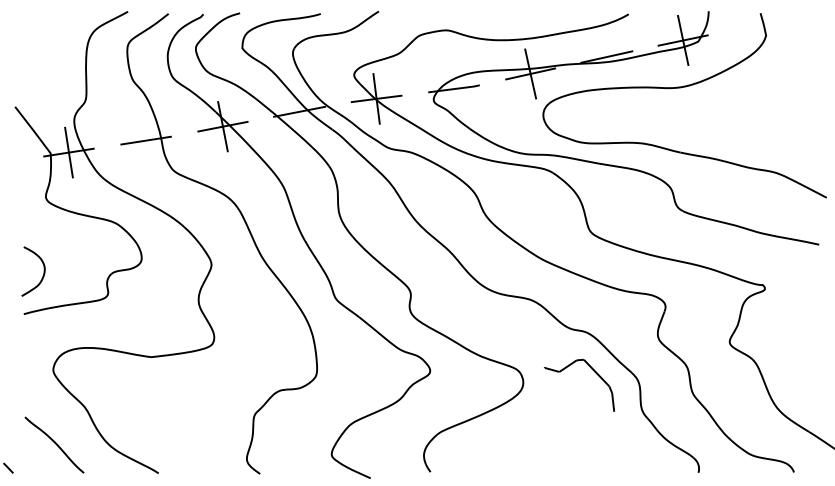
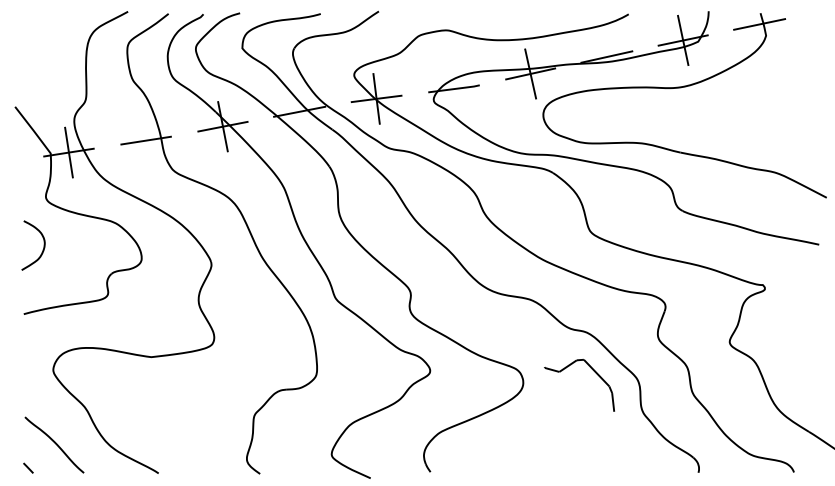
line at (759, 24): none -> present
curve at (42, 275) position: (42, 275) -> (42, 249)
line at (8, 467) position: (8, 467) -> (28, 467)
